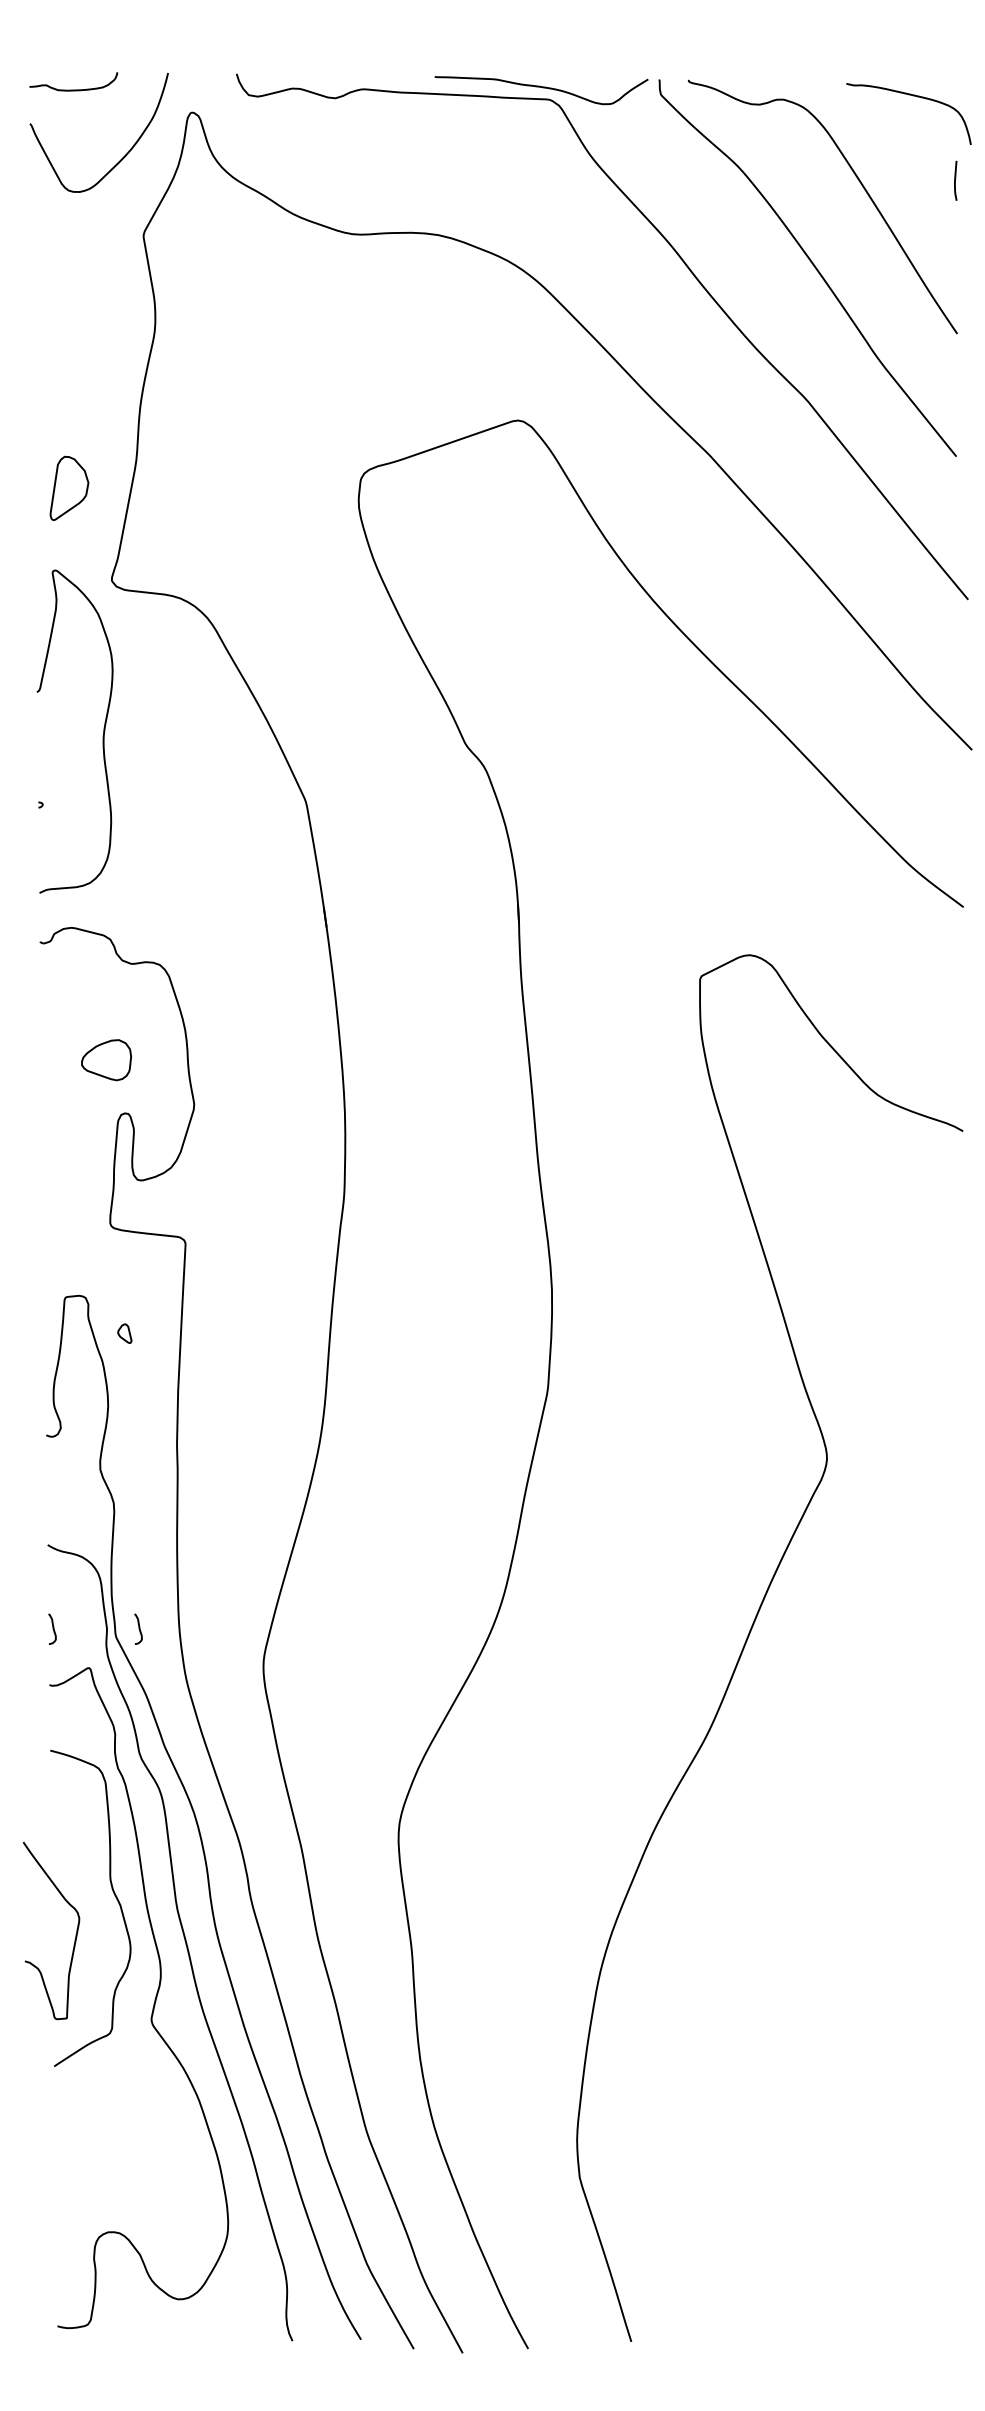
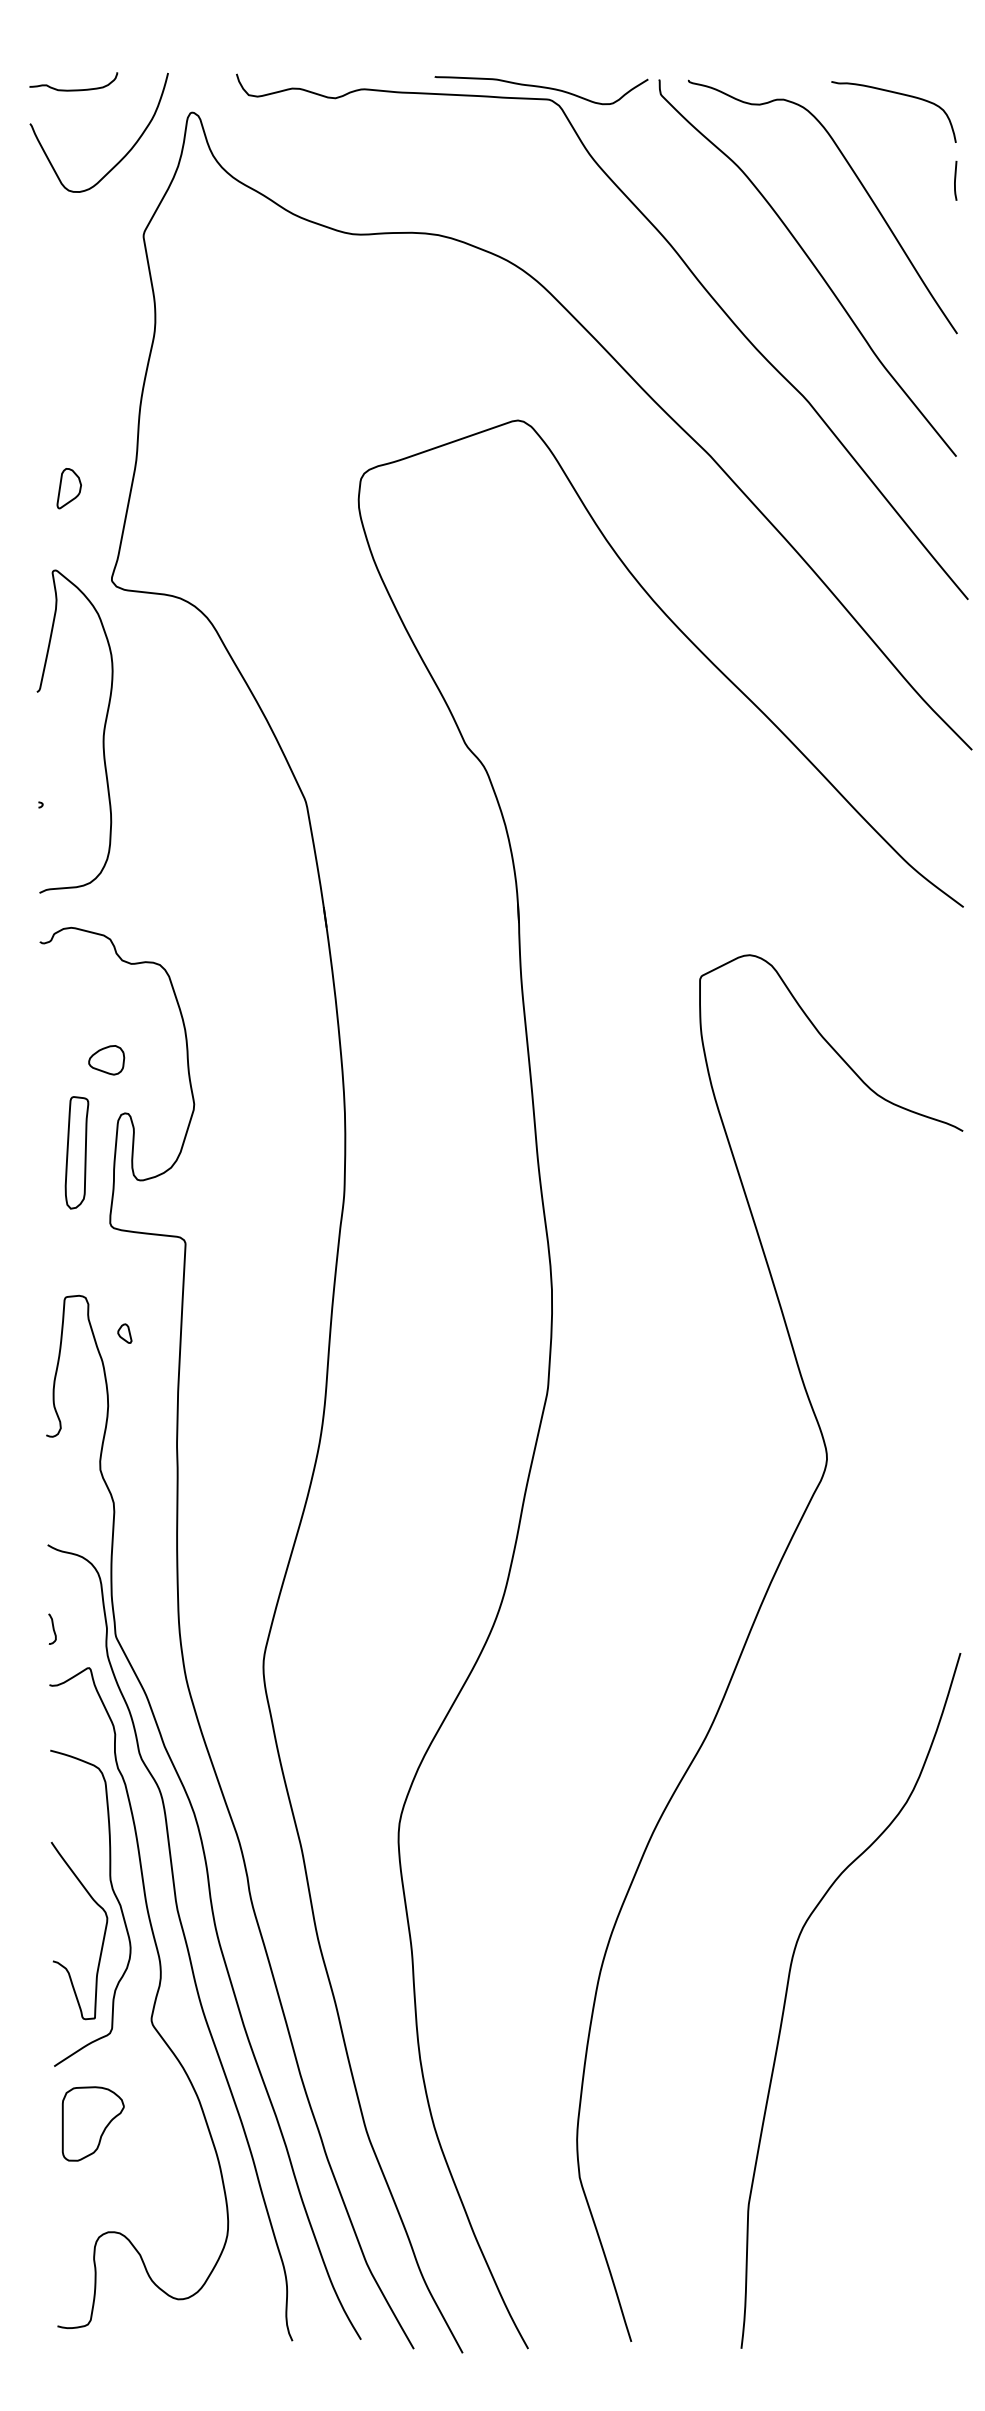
curve at (913, 96) position: (913, 96) -> (898, 94)
part at (69, 487) size: 41x66 px -> 26x42 px
part at (106, 1060) size: 51x43 px -> 38x31 px
part at (76, 1152): none -> present
curve at (138, 1628): present -> none
curve at (75, 1934) position: (75, 1934) -> (103, 1934)
curve at (788, 1987): none -> present
part at (92, 2123): none -> present
